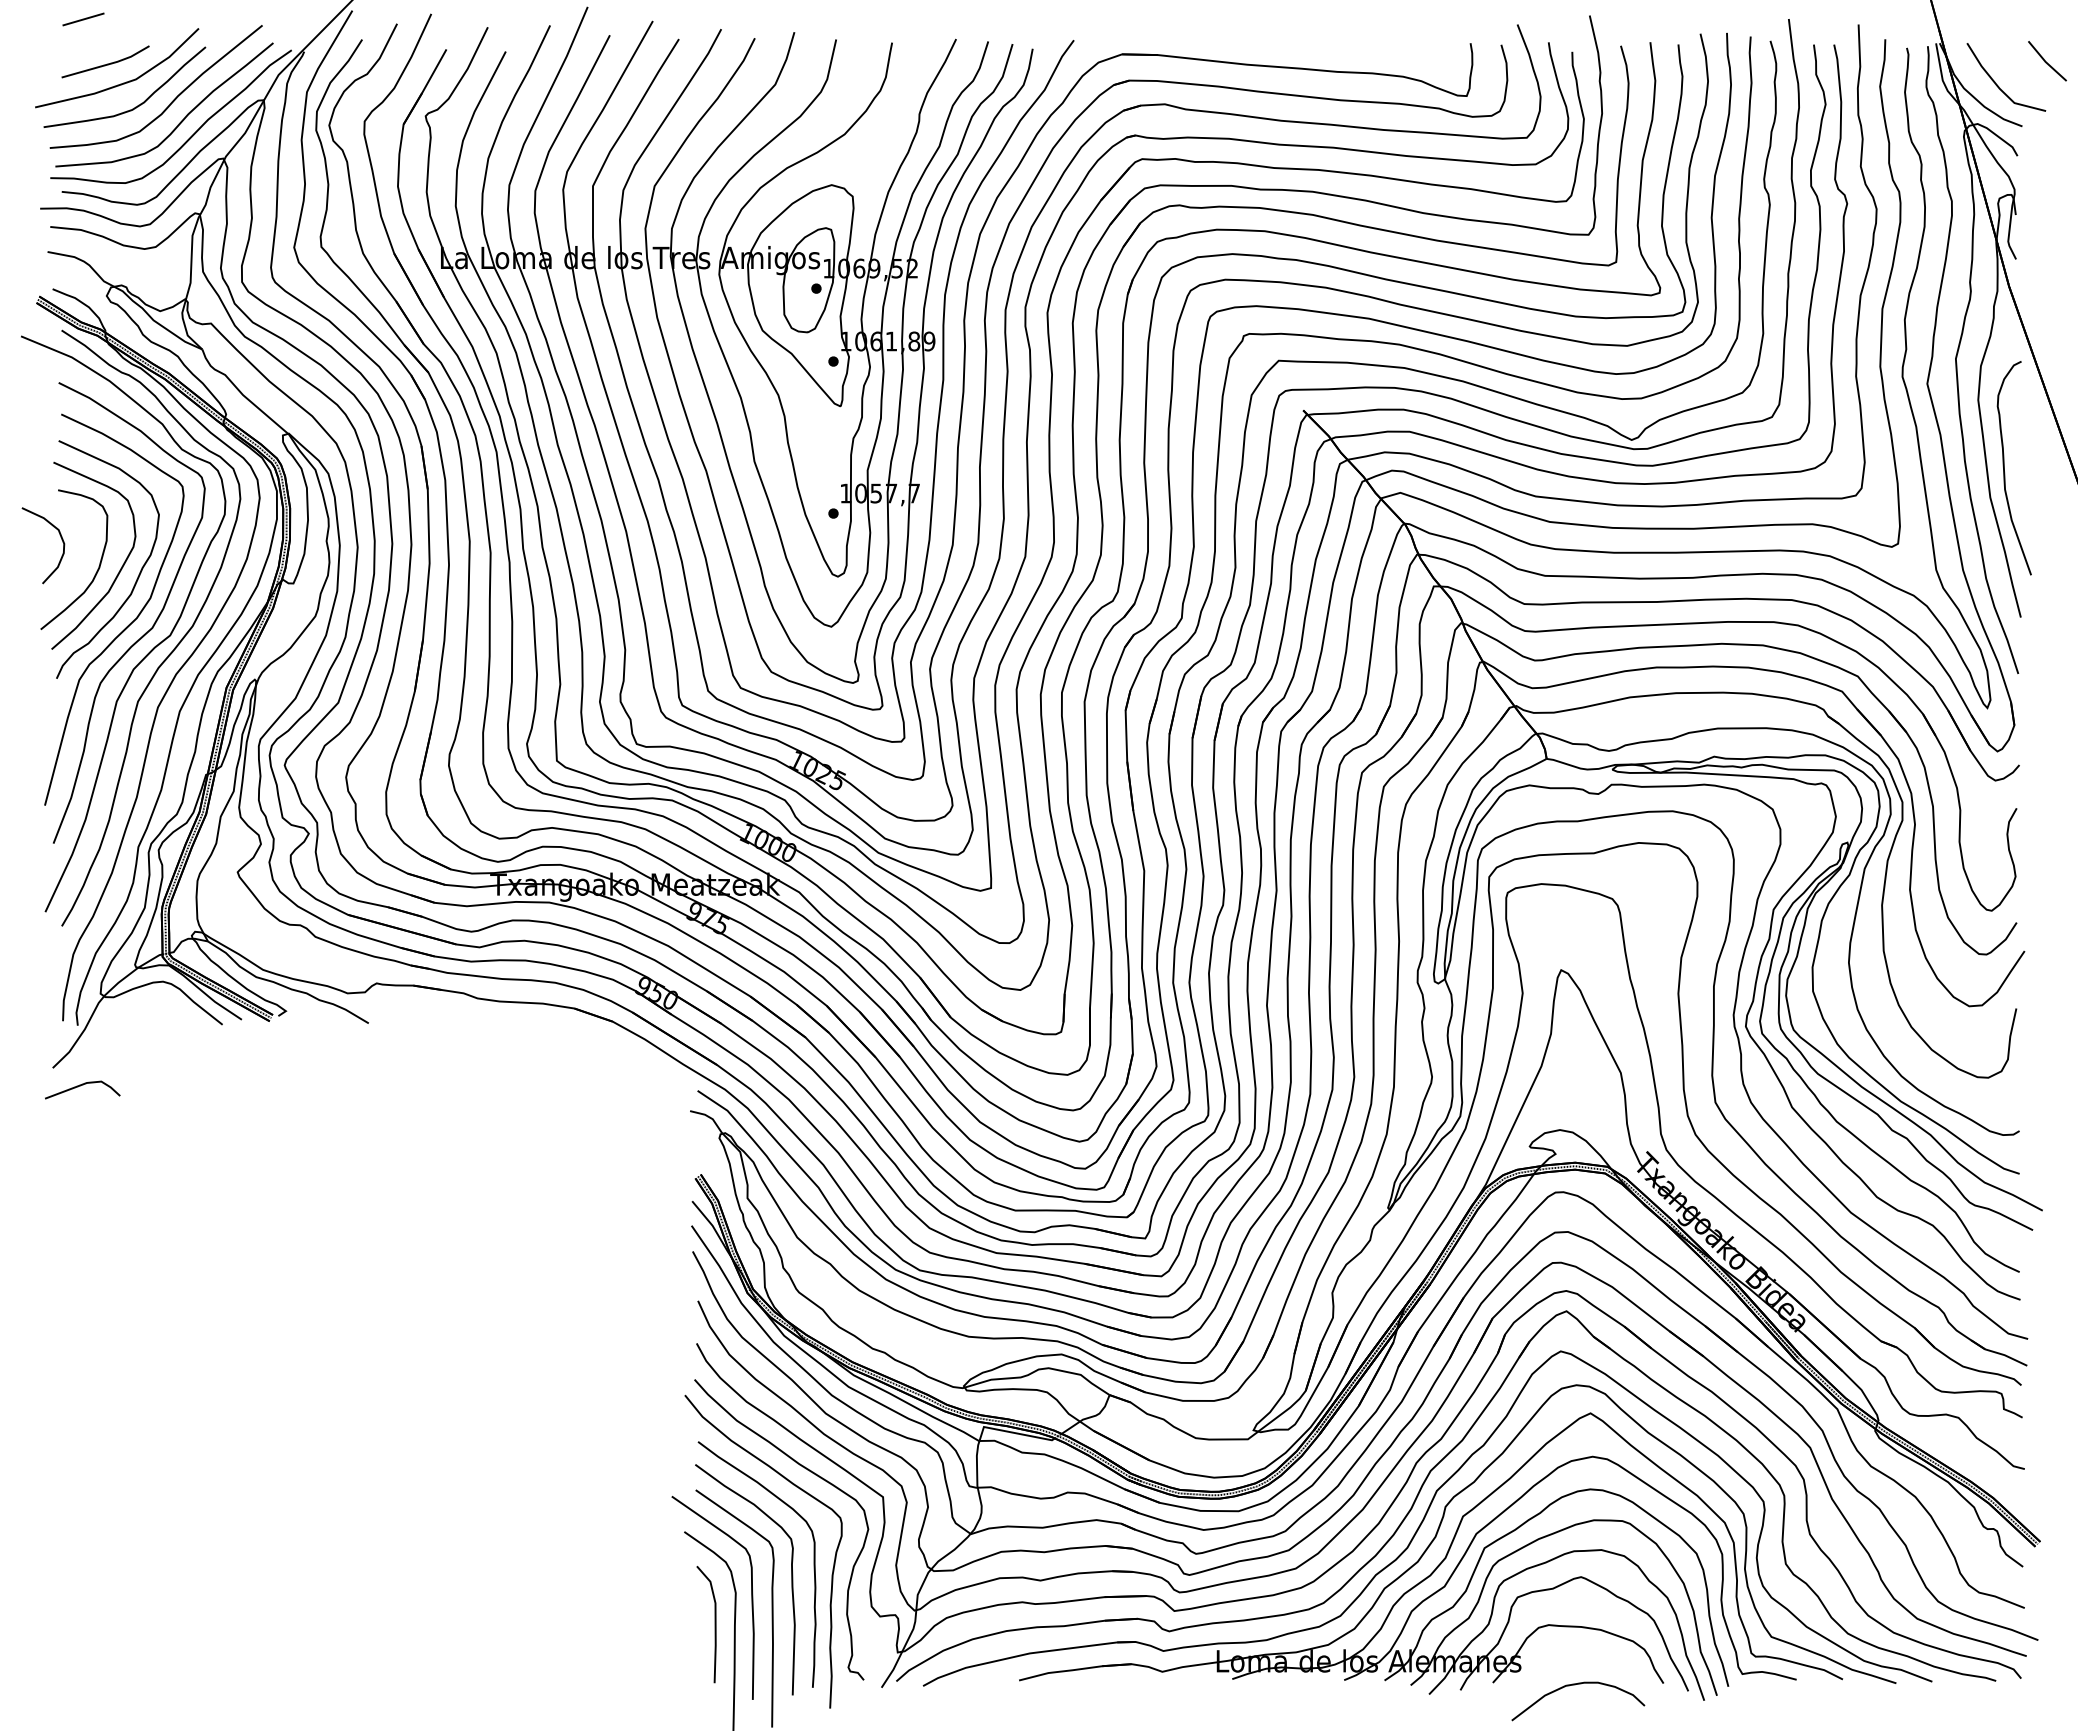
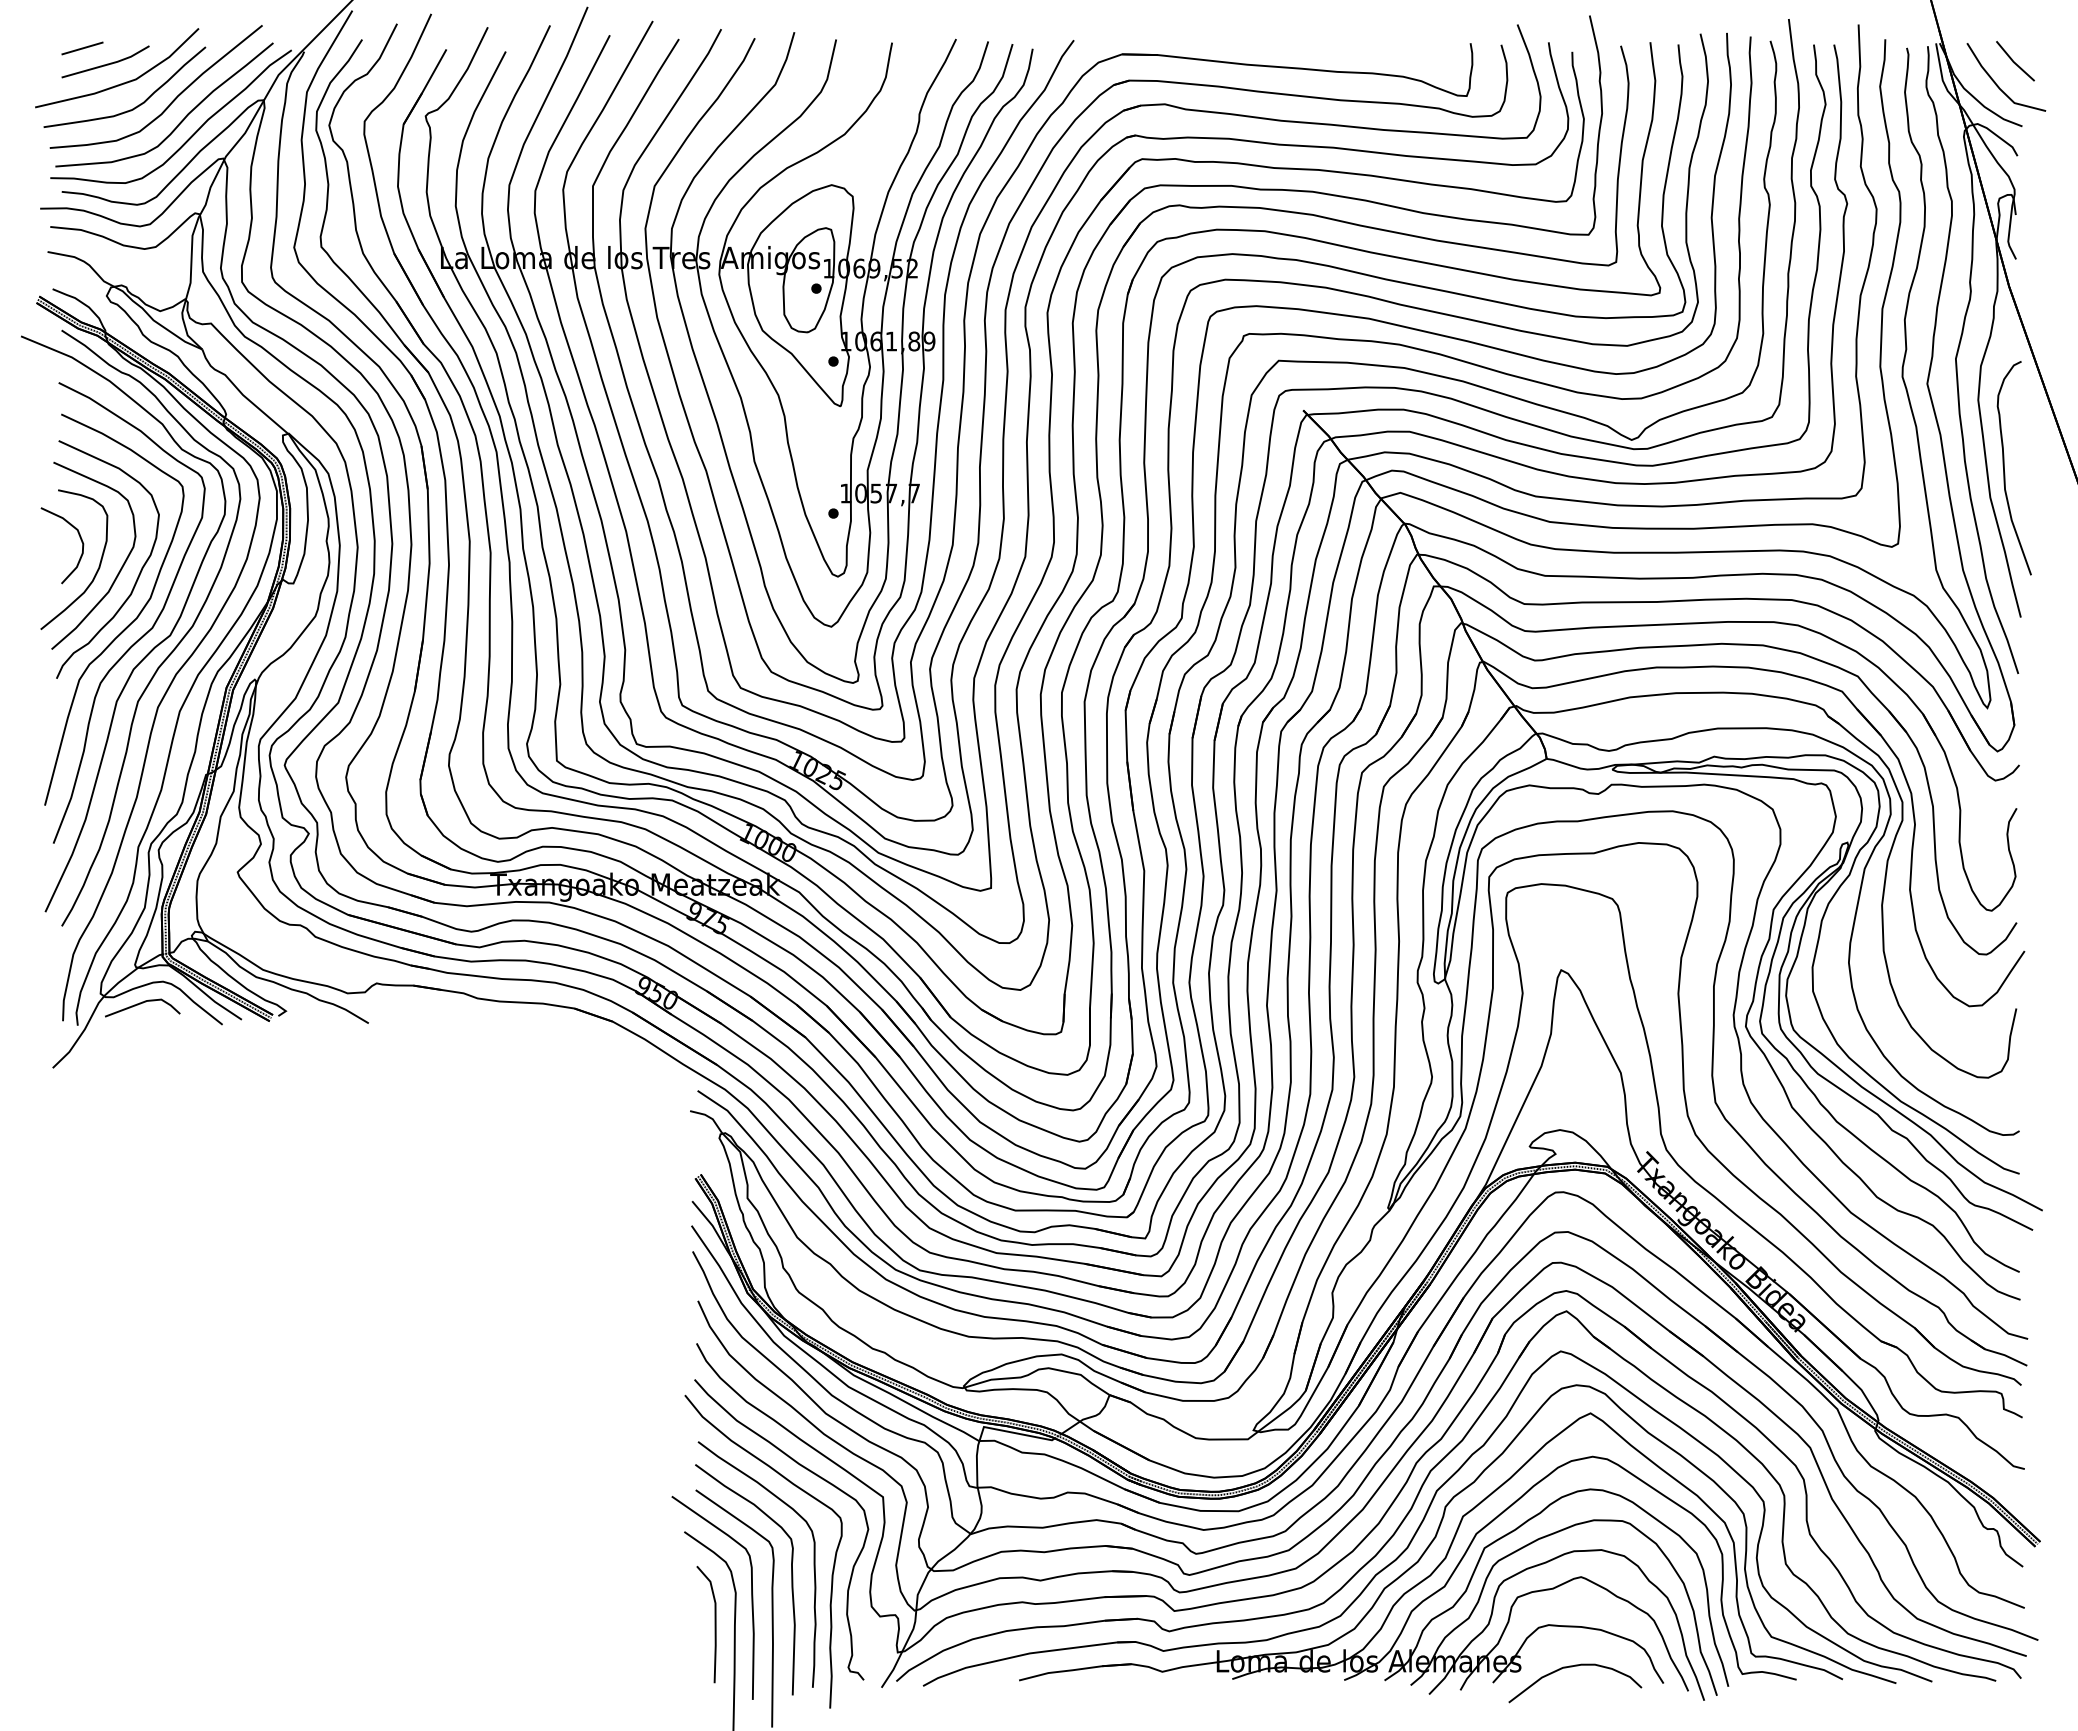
line at (83, 19) position: (83, 19) -> (82, 48)
line at (2046, 61) position: (2046, 61) -> (2014, 61)
curve at (61, 540) position: (61, 540) -> (80, 540)
line at (80, 1086) position: (80, 1086) -> (140, 1004)
curve at (1575, 1685) position: (1575, 1685) -> (1572, 1667)
